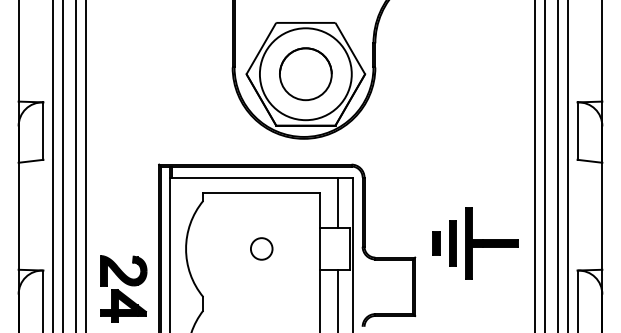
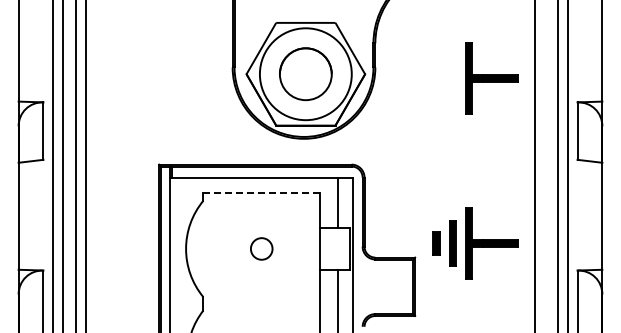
part at (491, 78): none -> present
line at (545, 165): present -> none
line at (261, 192): solid -> dashed
part at (123, 288): present -> none
